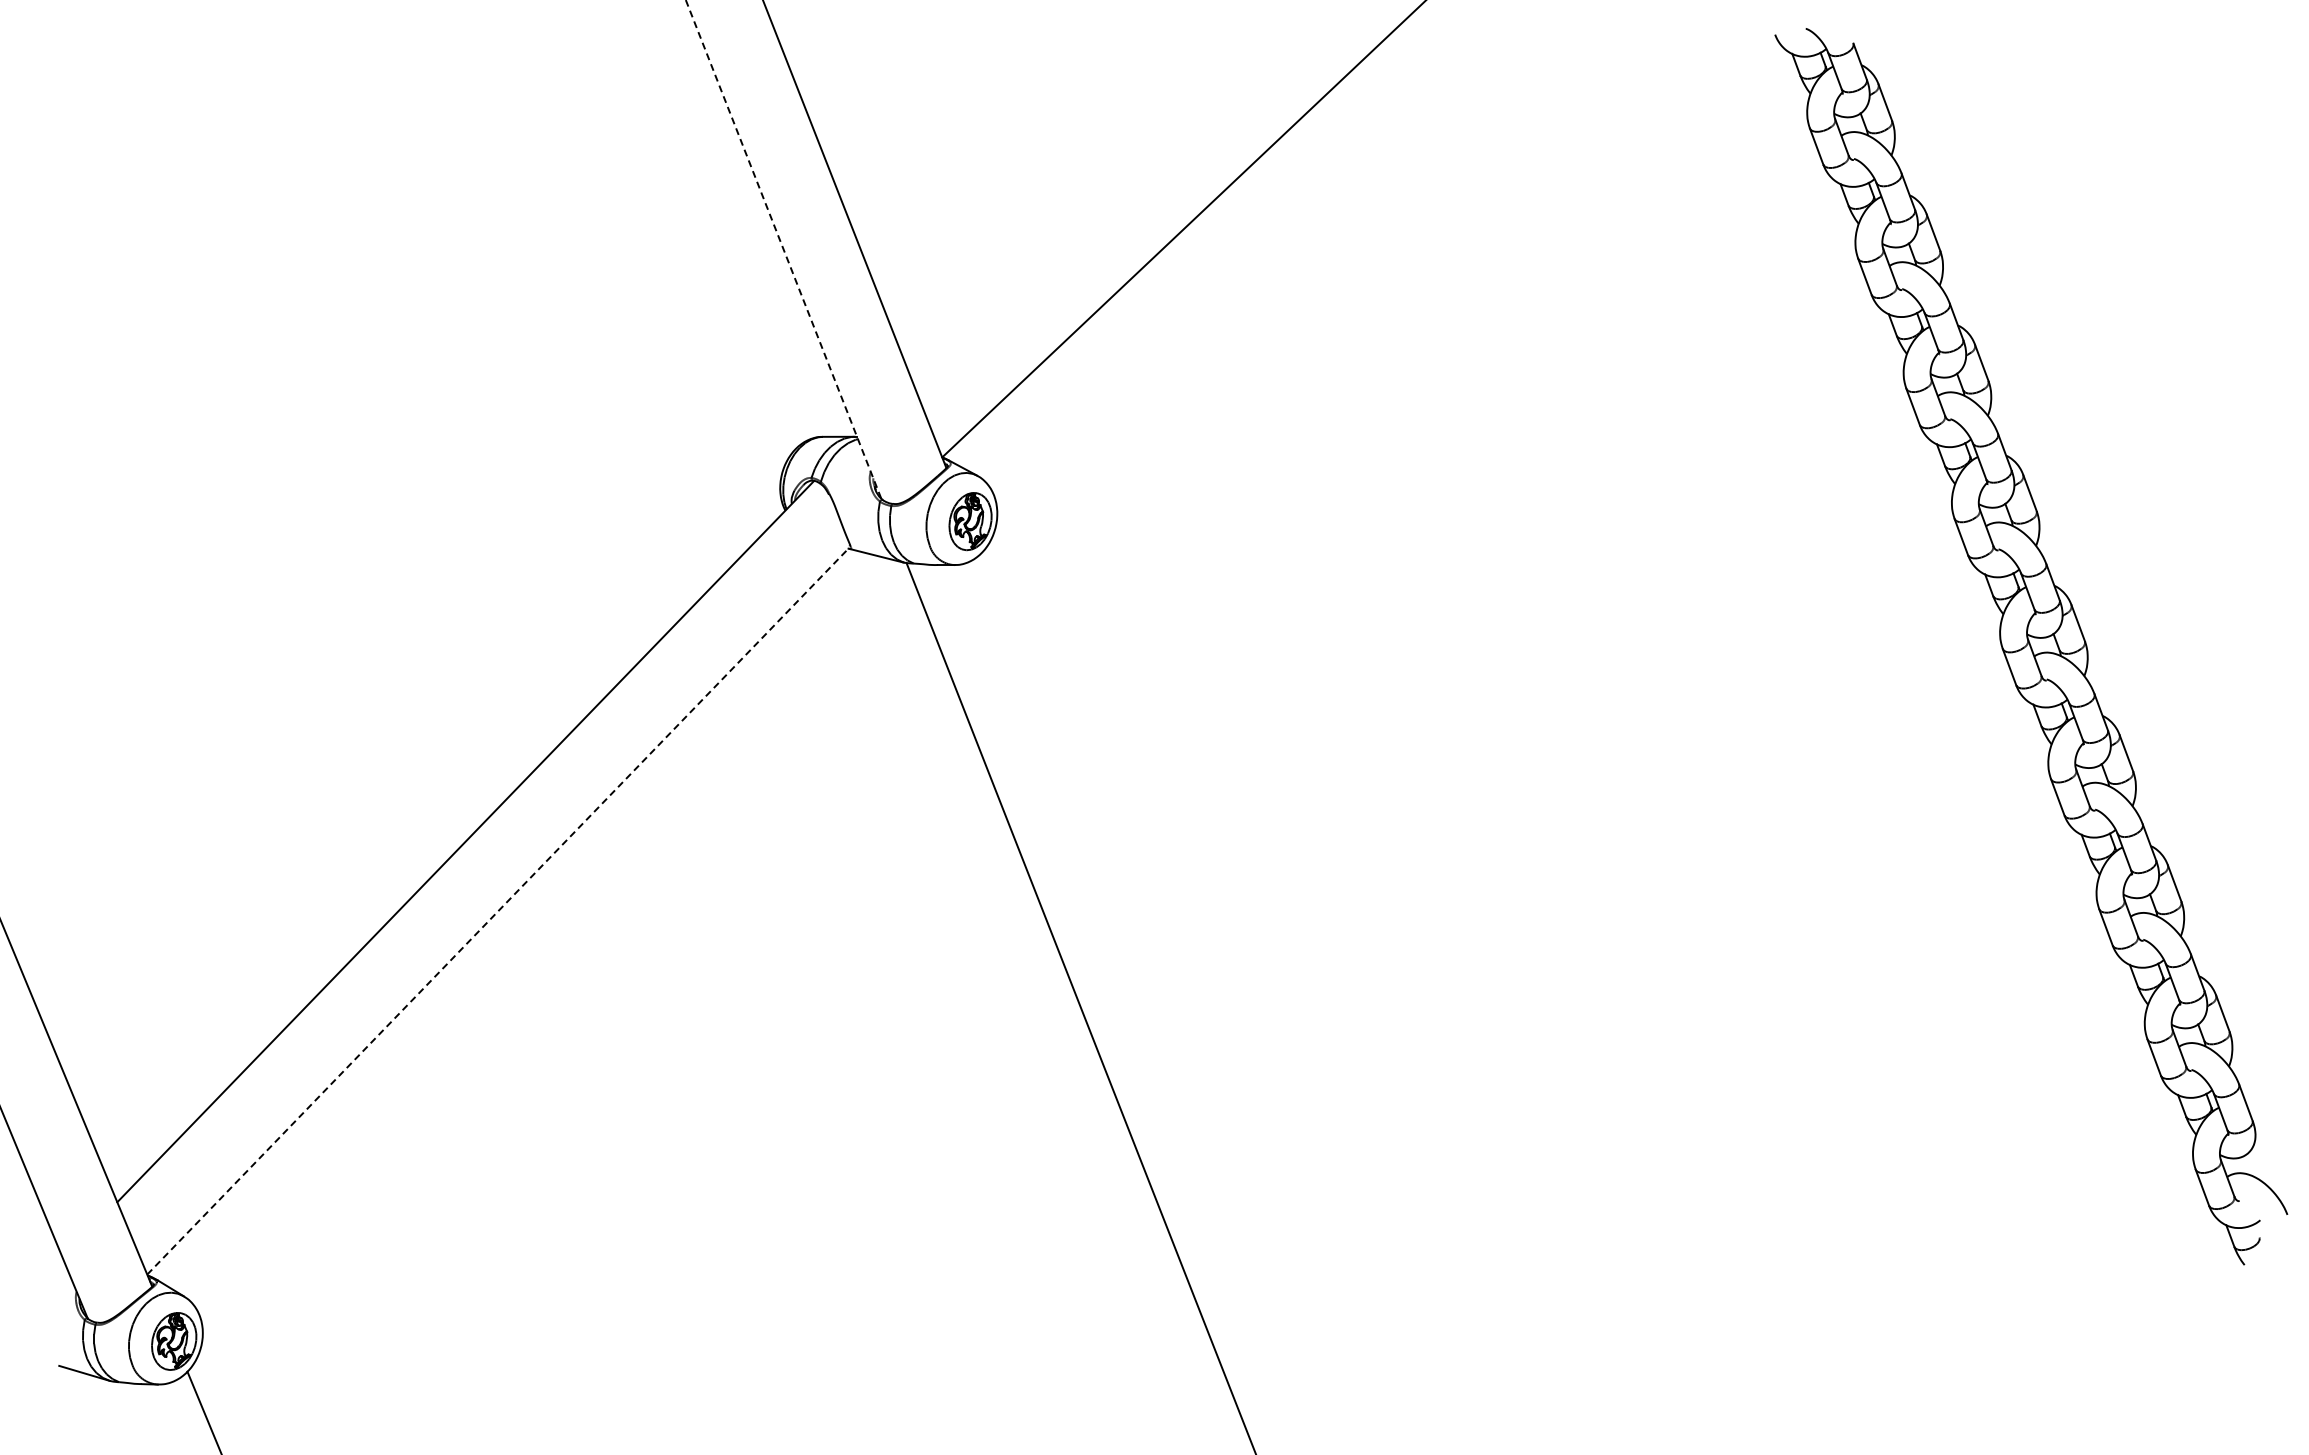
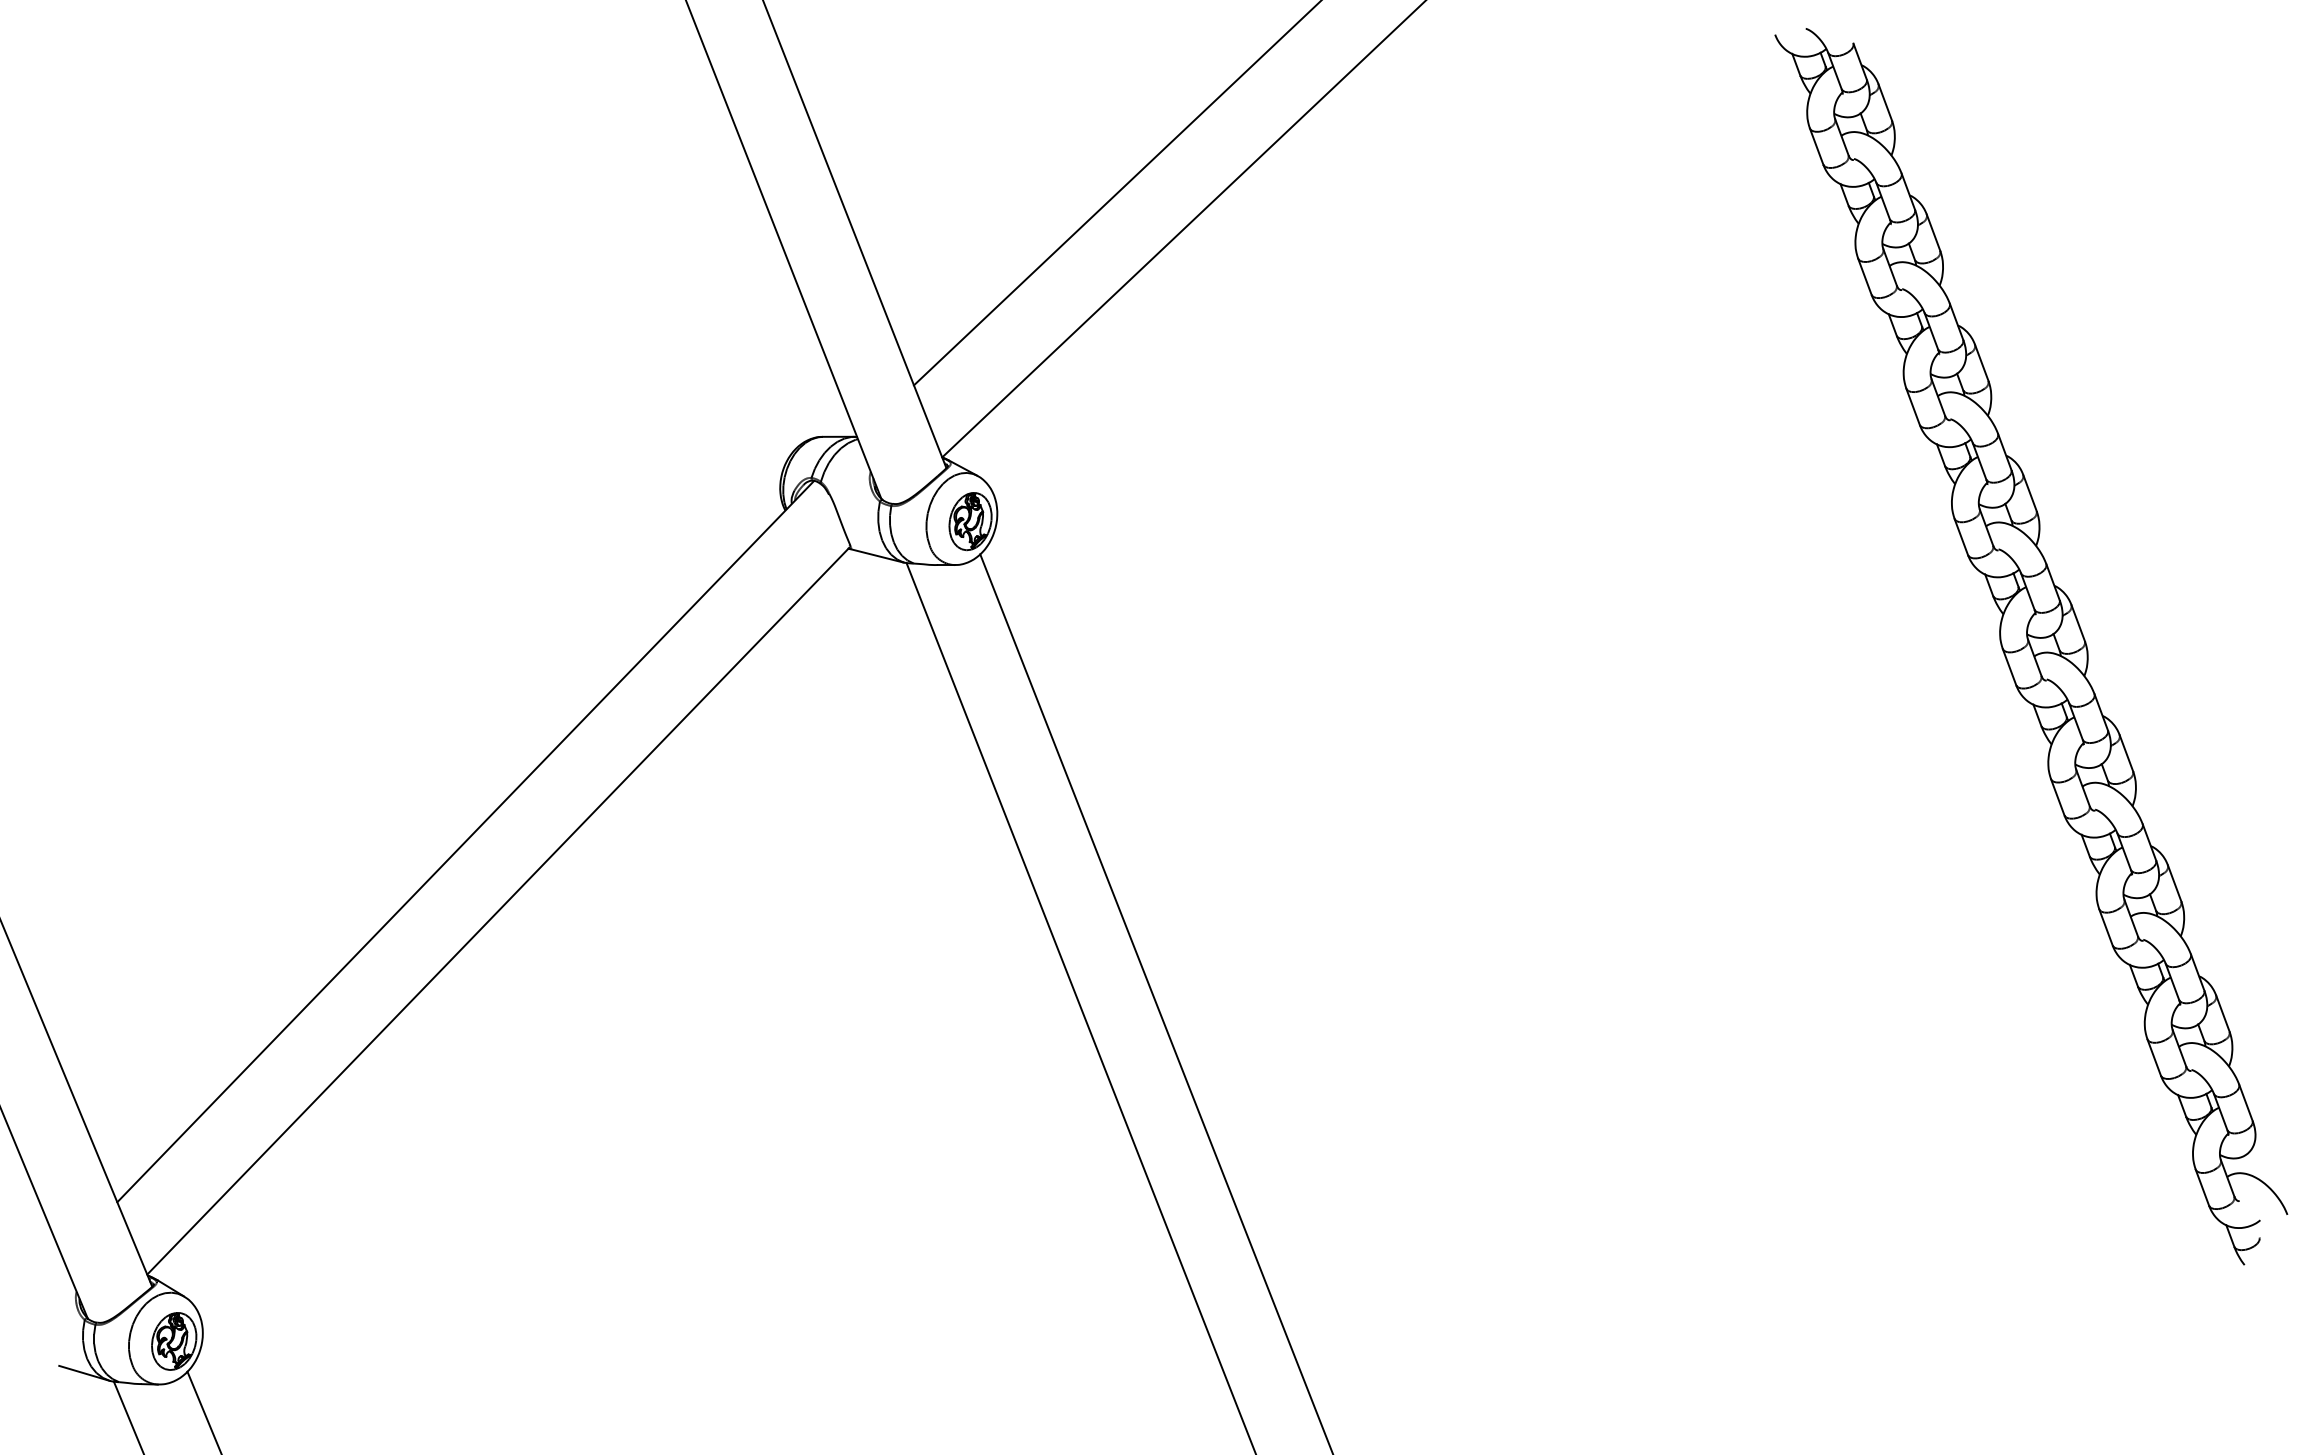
line at (1116, 193): none -> present
line at (784, 250): dashed -> solid
line at (498, 910): dashed -> solid
line at (1155, 1002): none -> present
line at (127, 1416): none -> present
